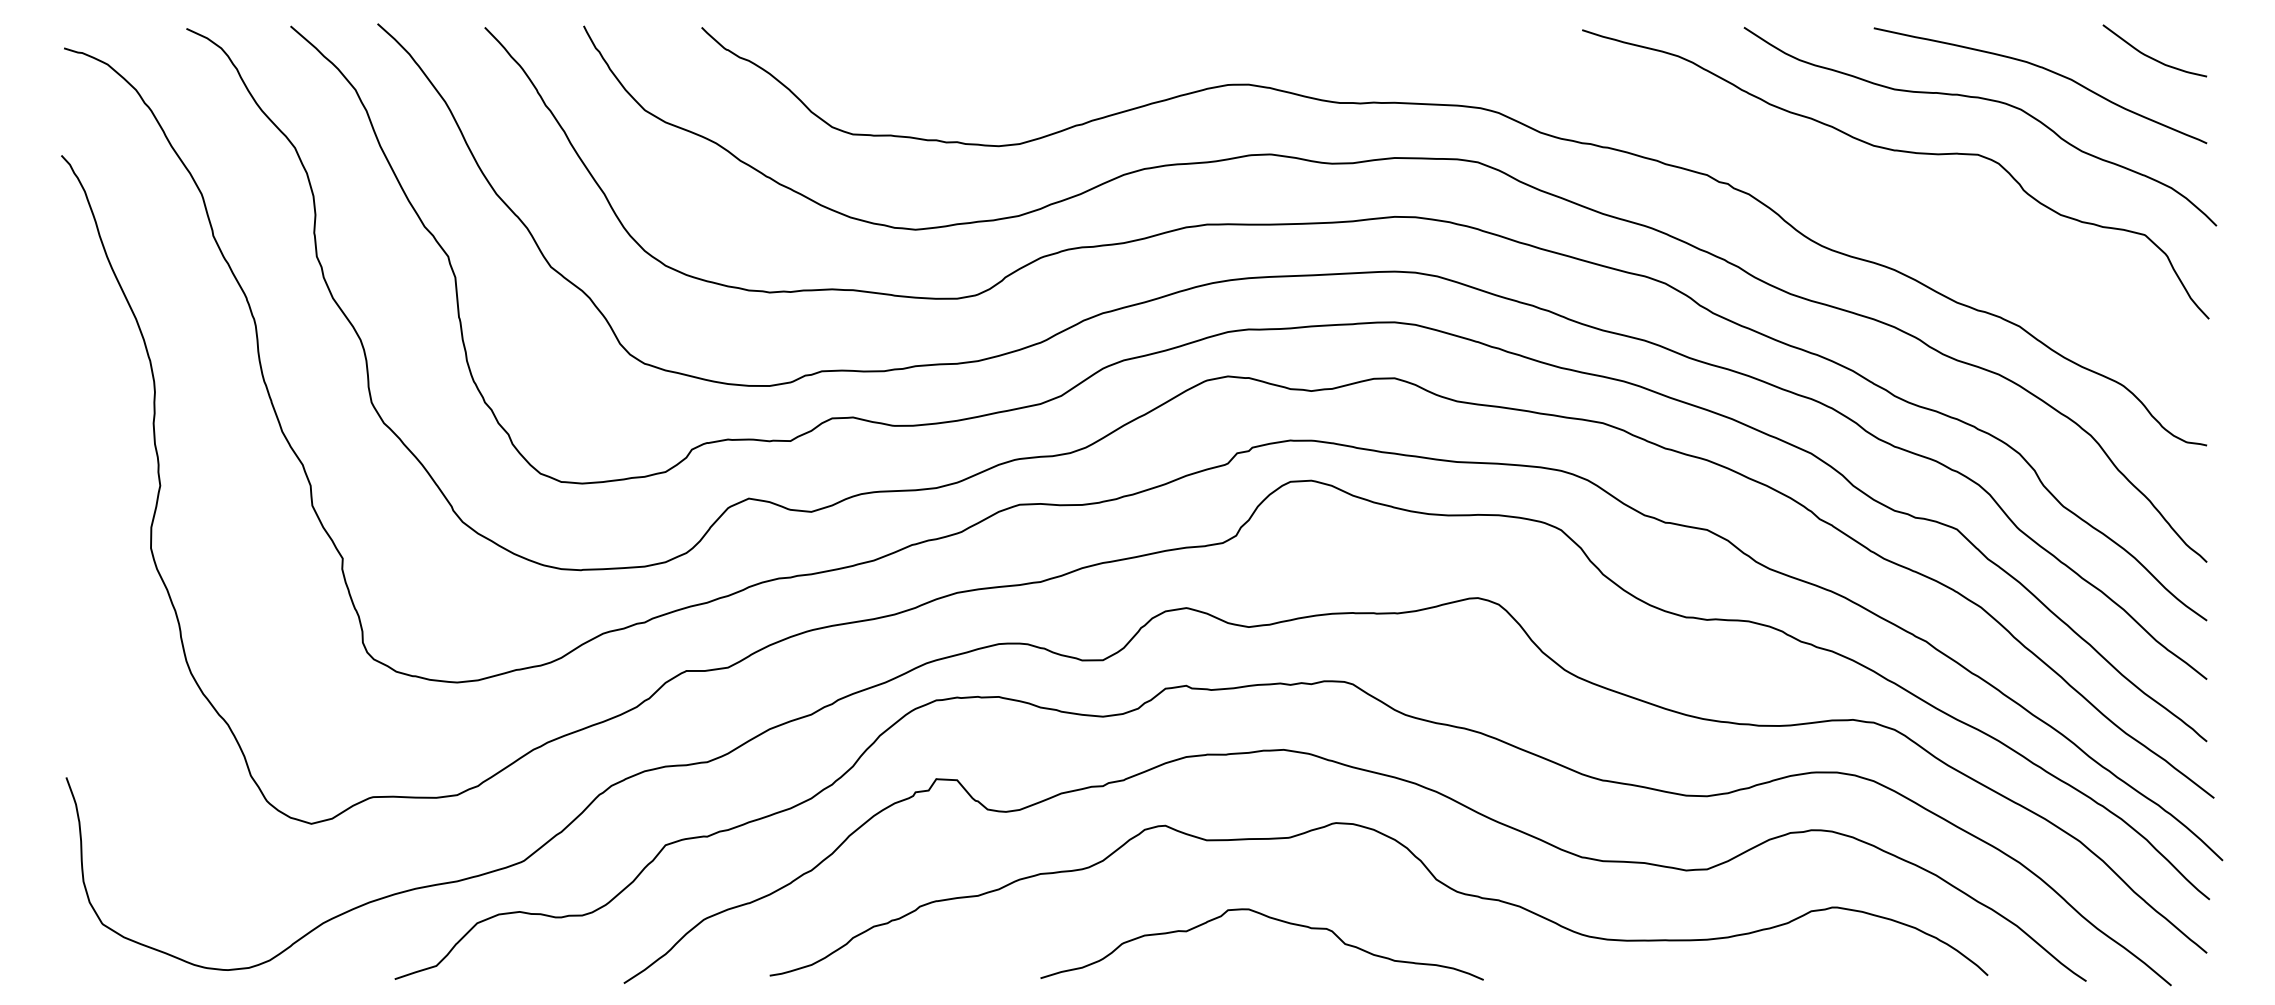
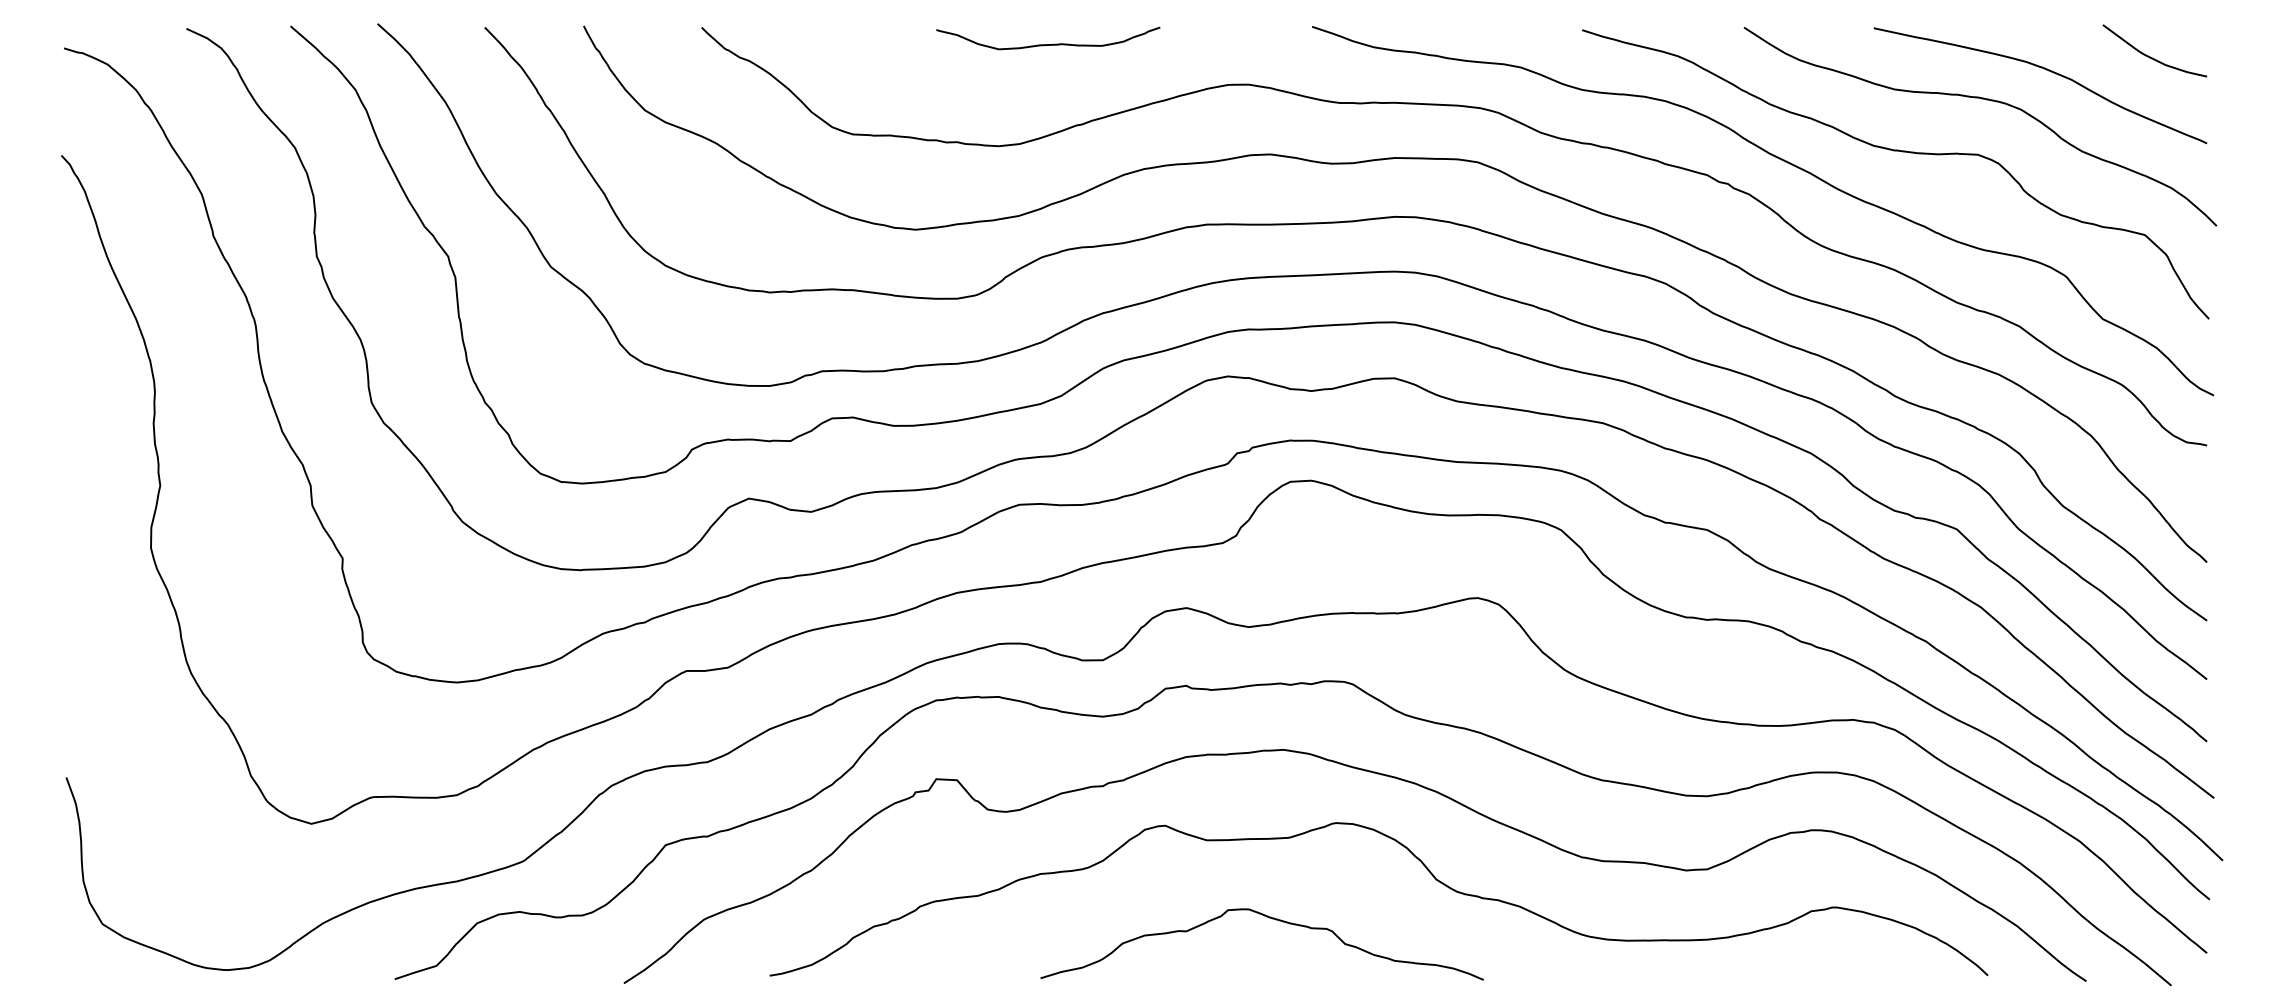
curve at (1048, 44): none -> present
curve at (1787, 163): none -> present
